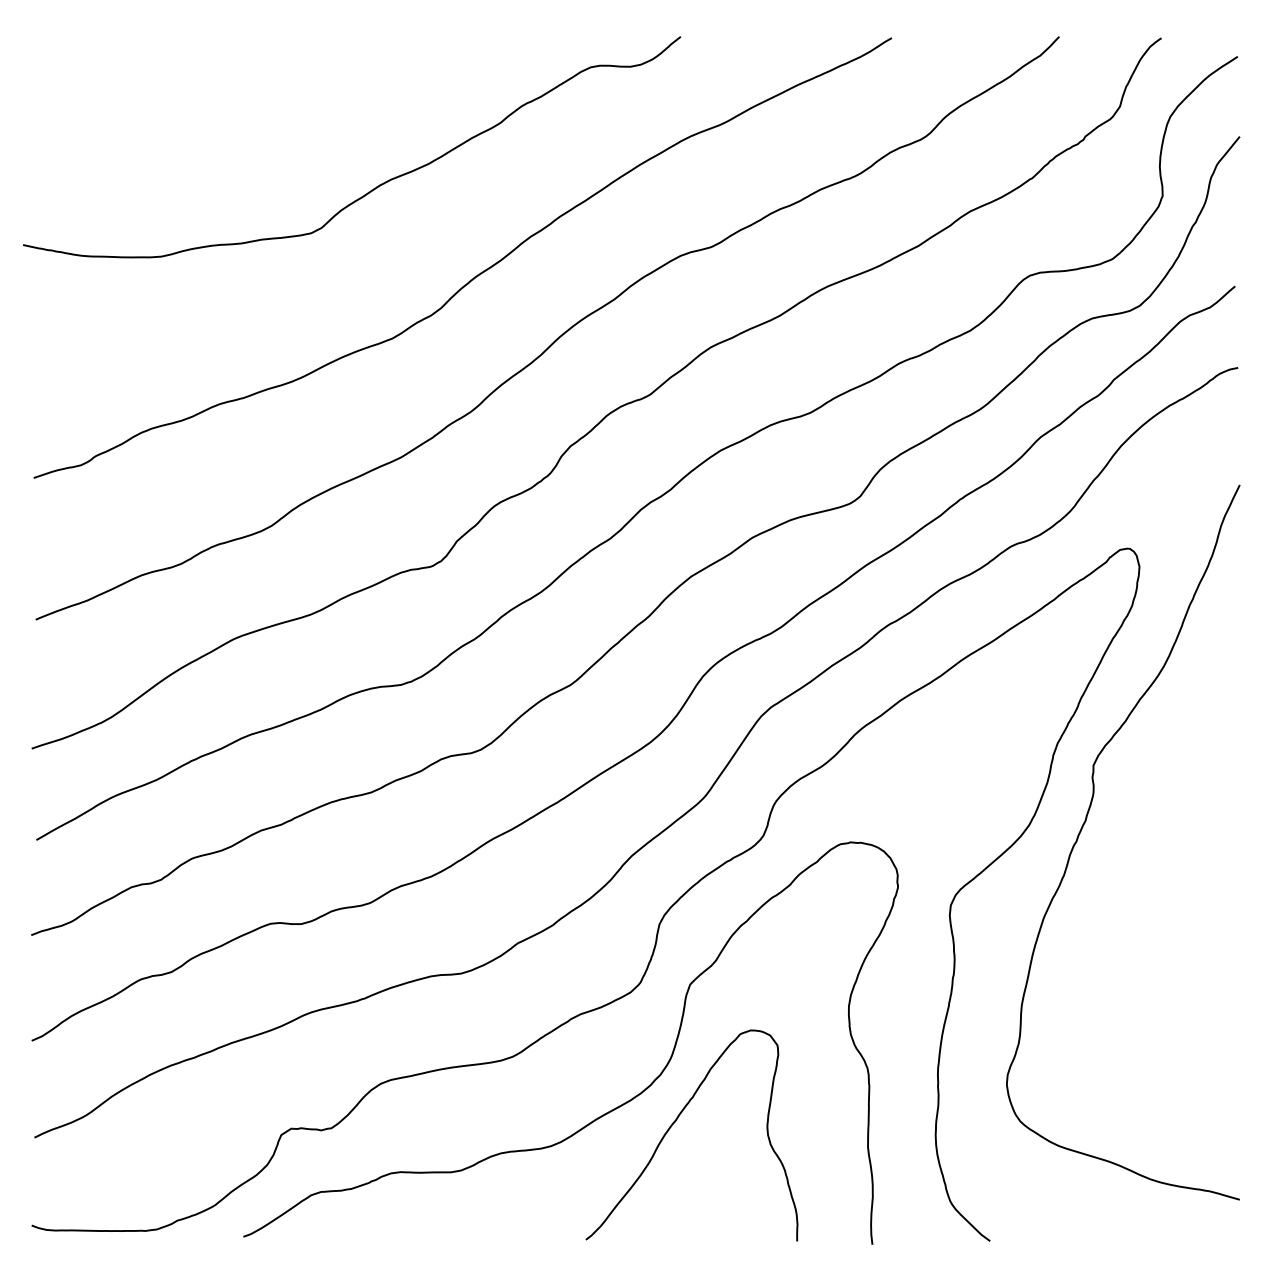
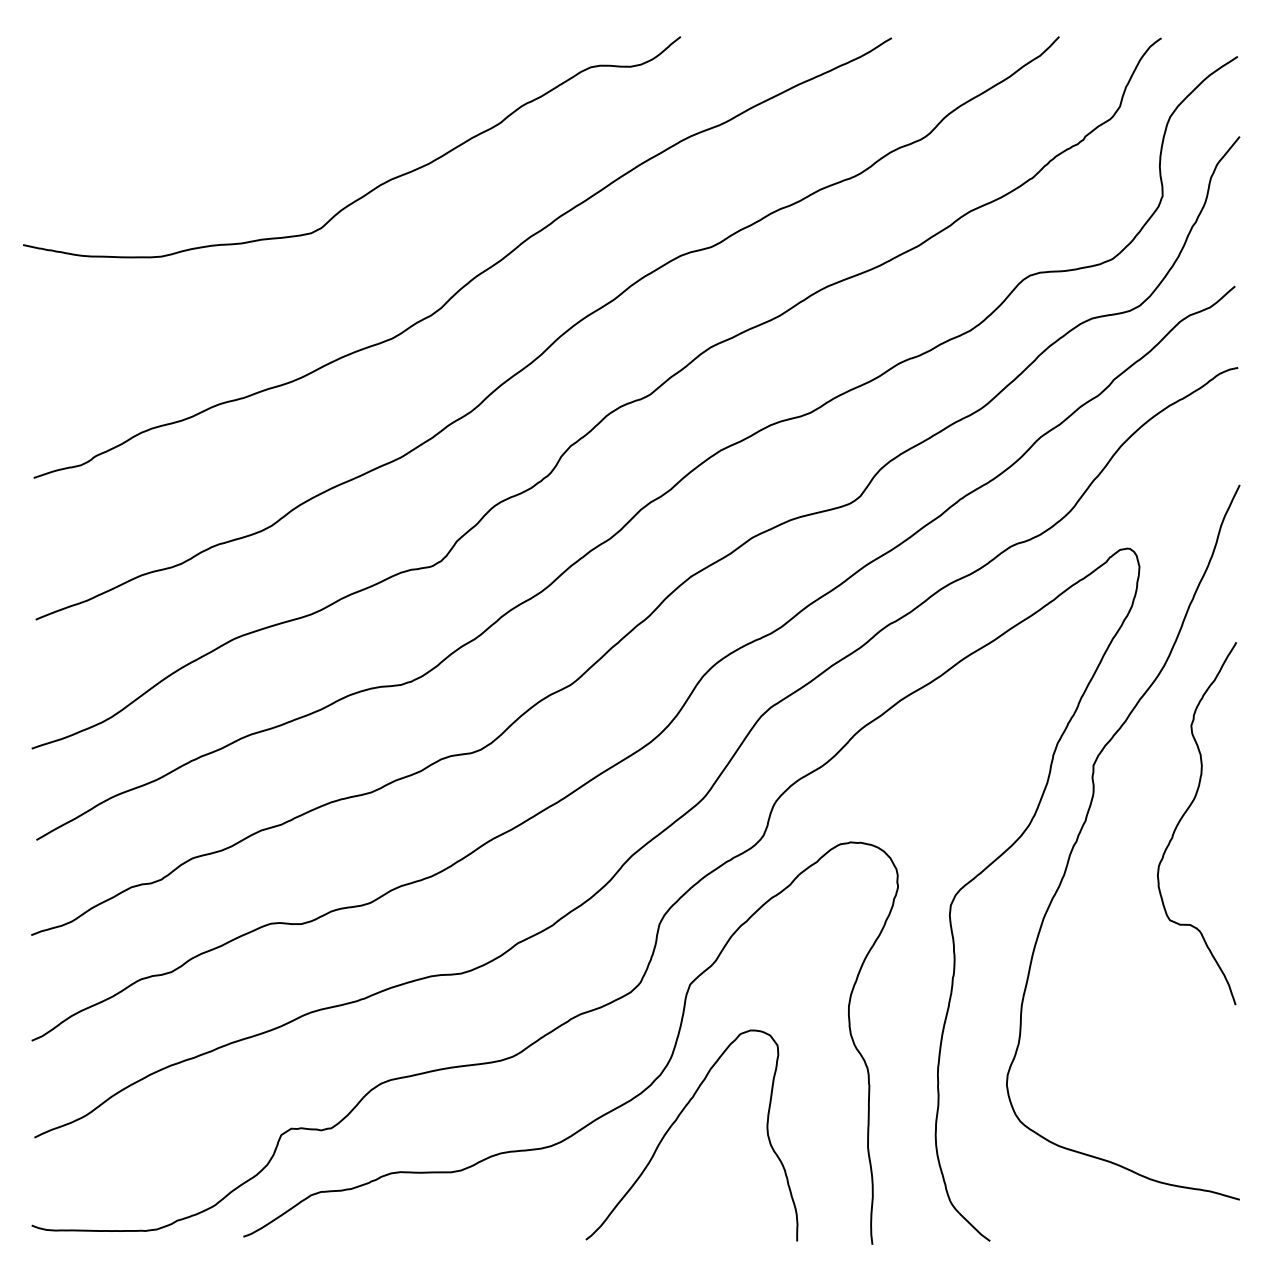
curve at (1185, 814): none -> present
